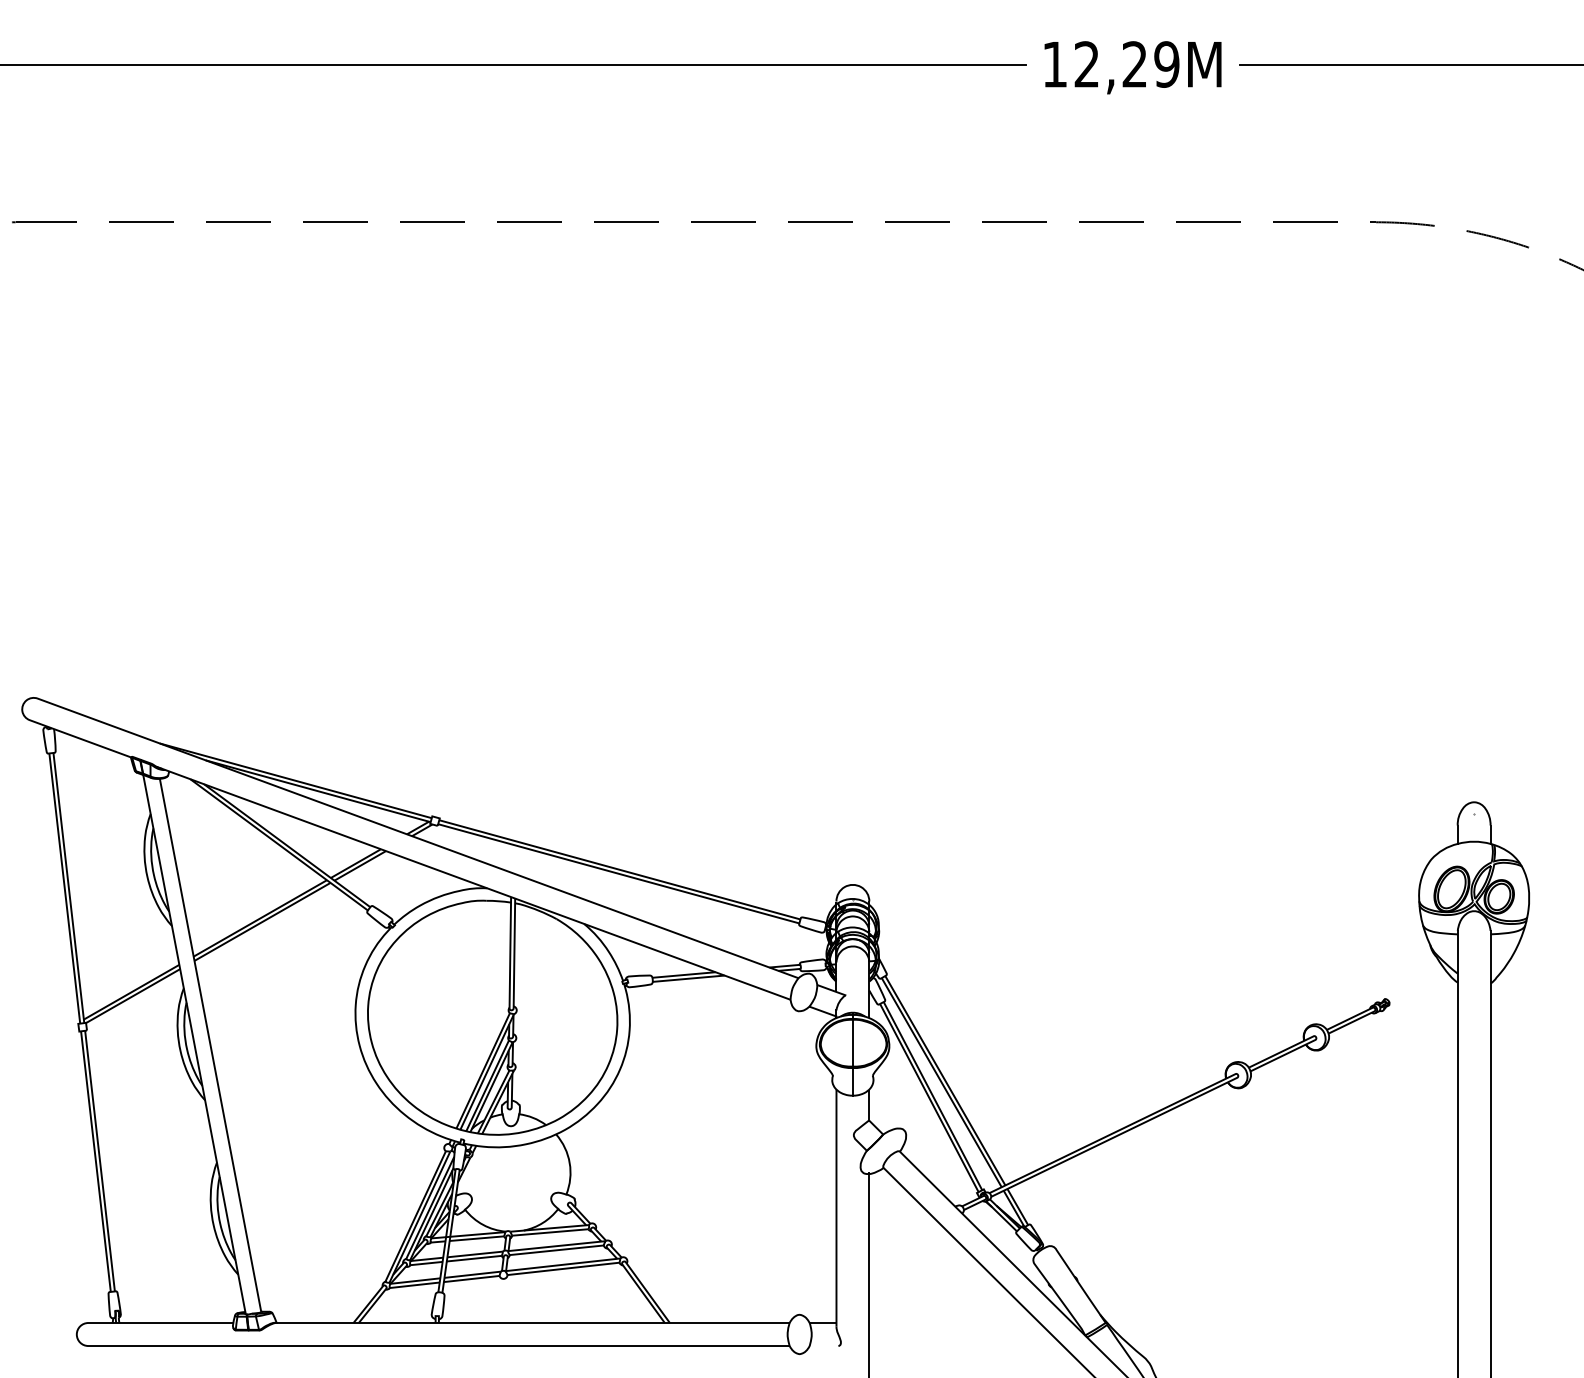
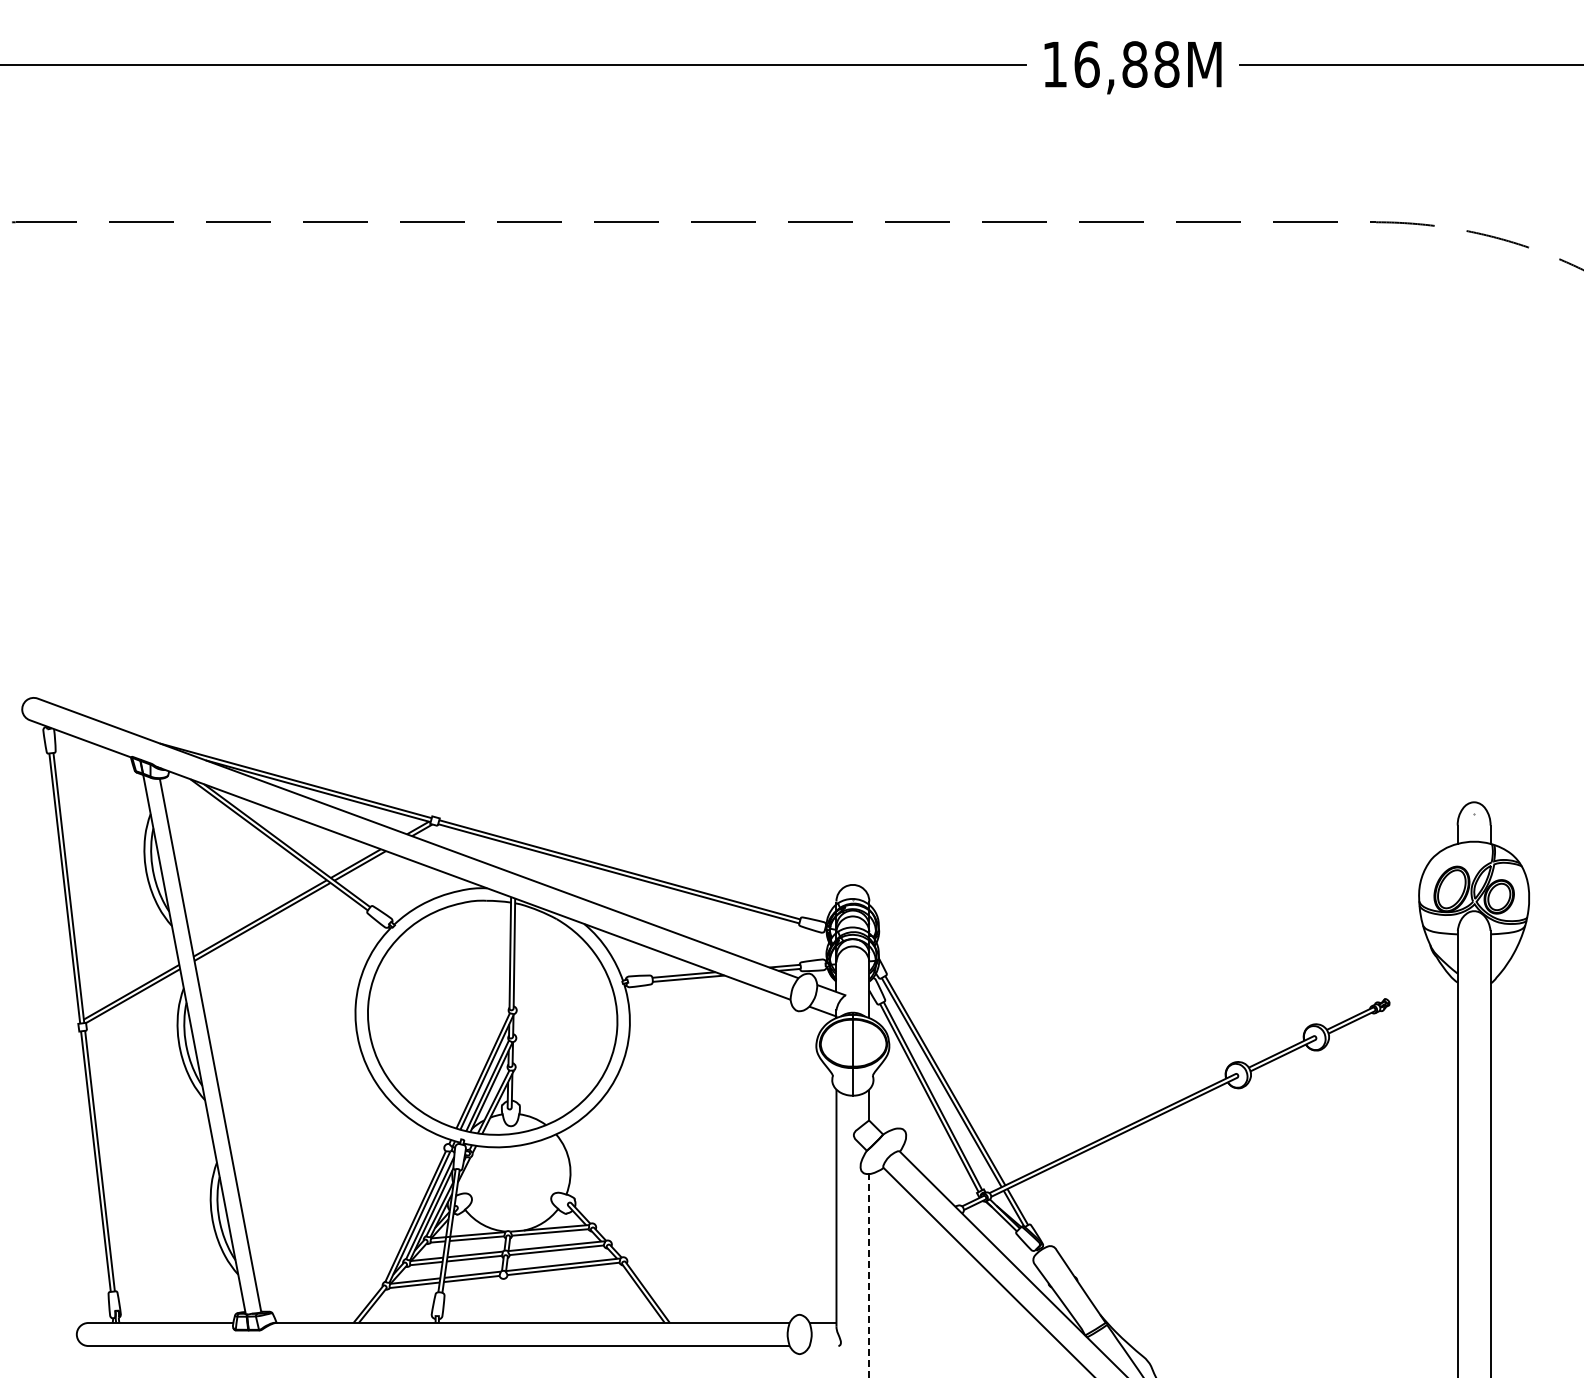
text at (1126, 64): 12,29M -> 16,88M
line at (869, 1274): solid -> dashed
